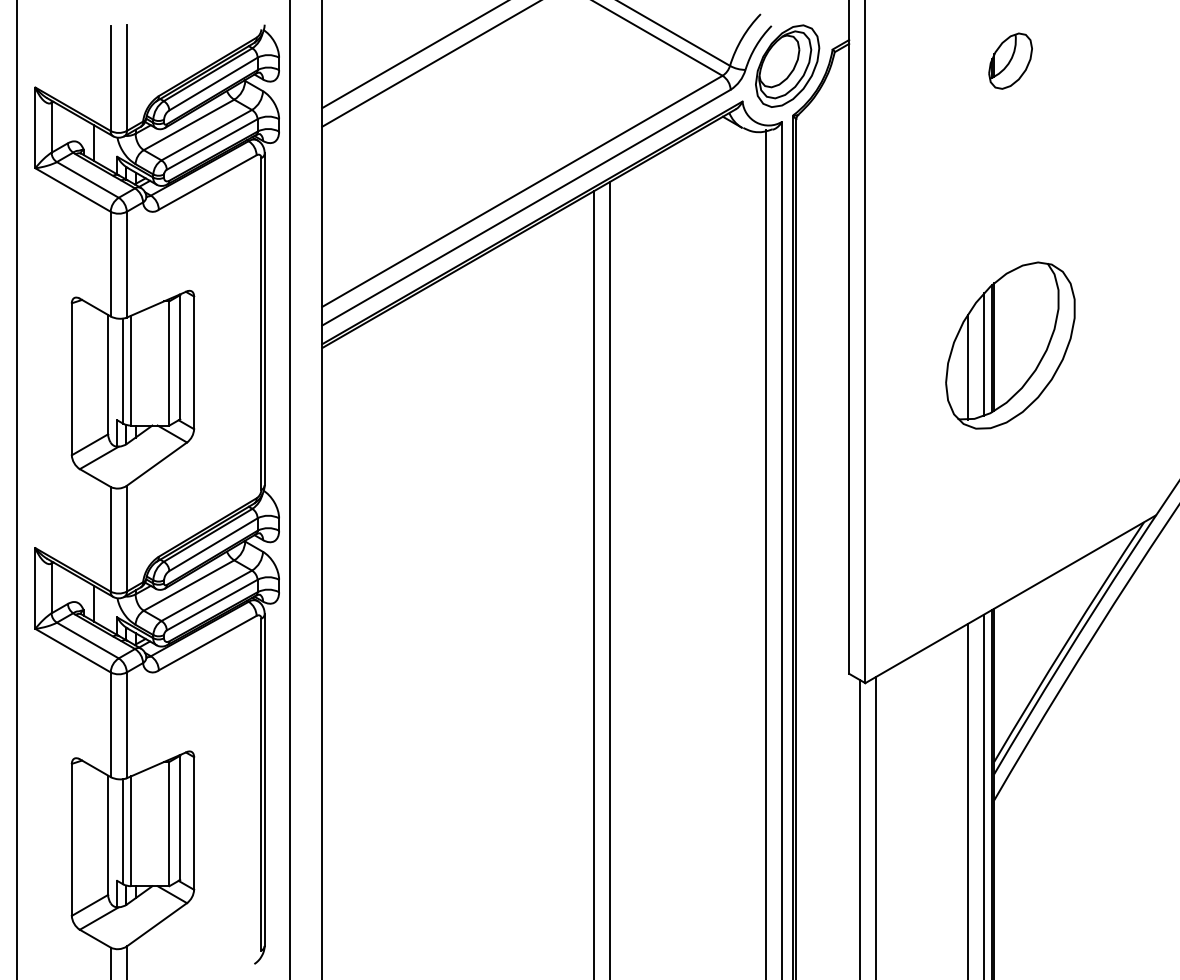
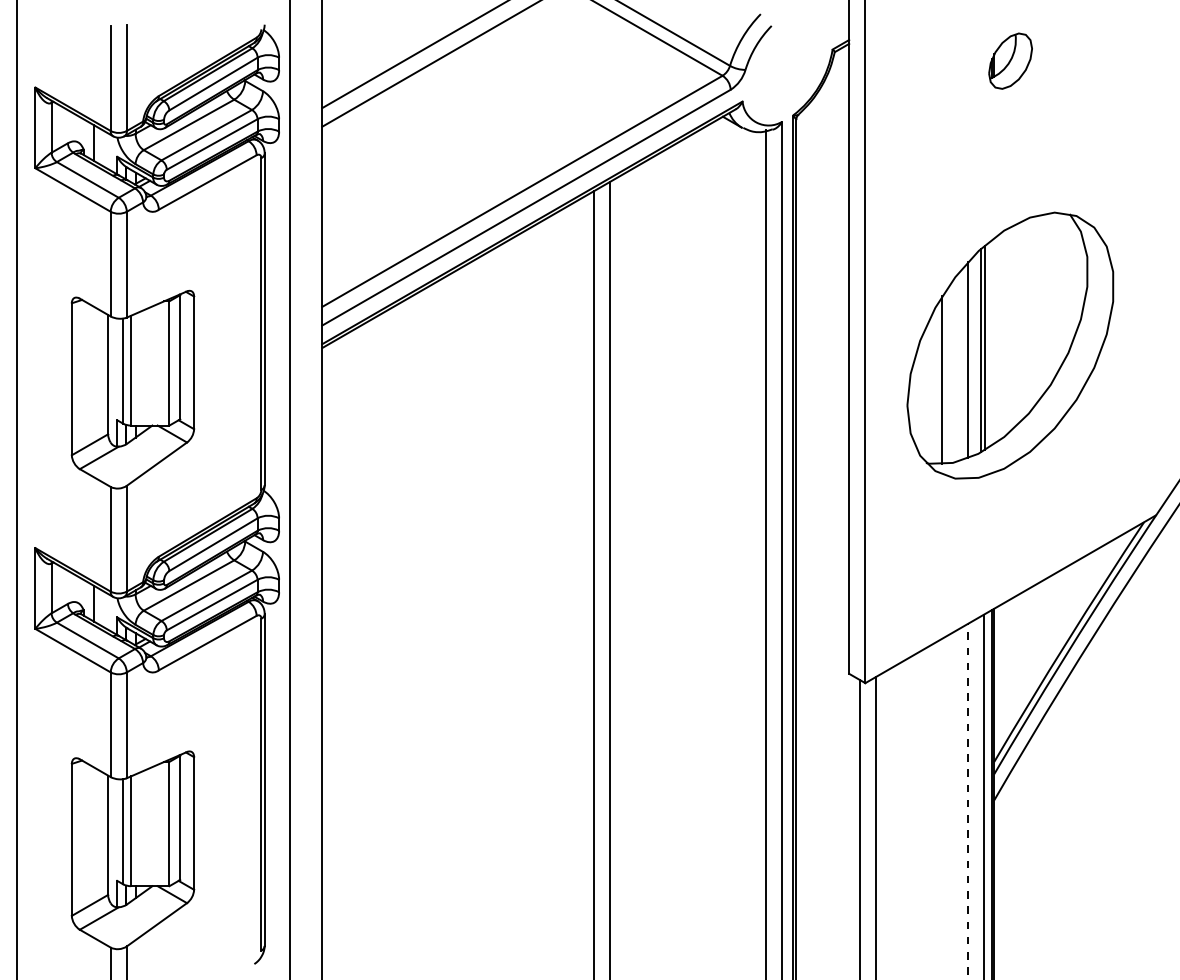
part at (787, 65): present -> none
part at (1010, 345) size: 131x169 px -> 209x269 px
line at (967, 801): solid -> dashed
